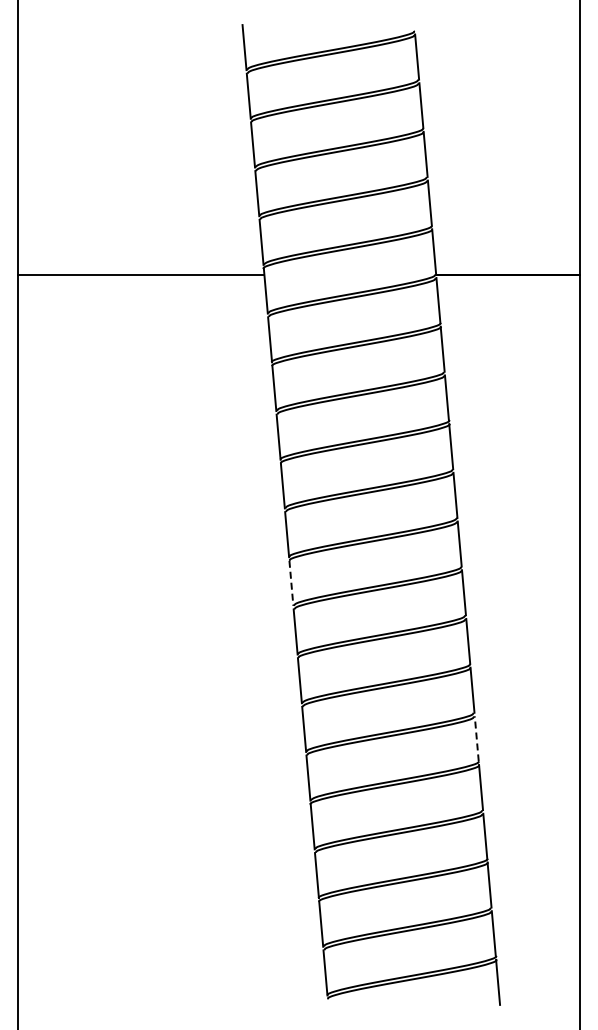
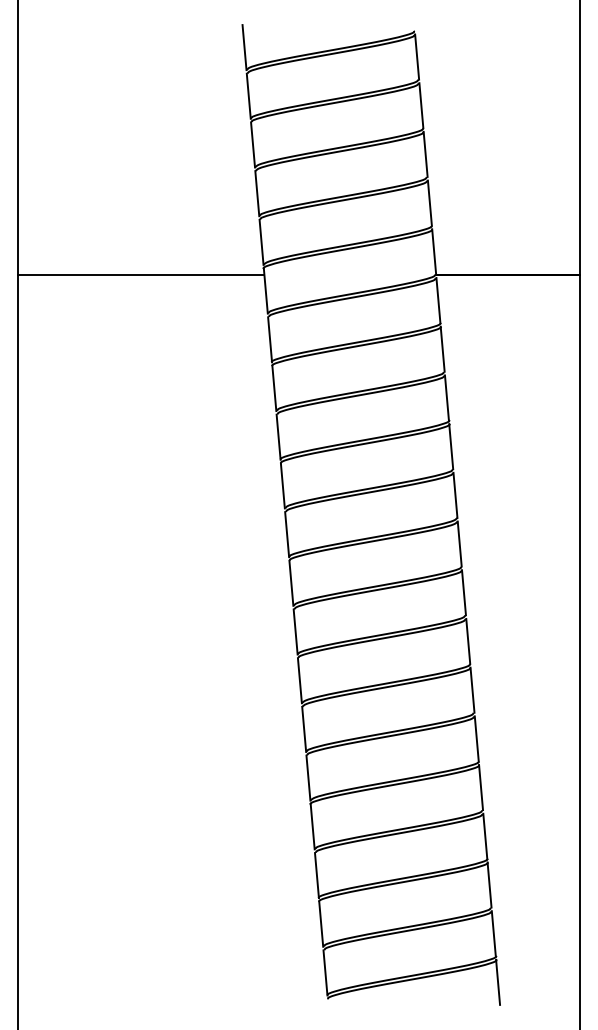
line at (291, 583): dashed -> solid
line at (476, 738): dashed -> solid
